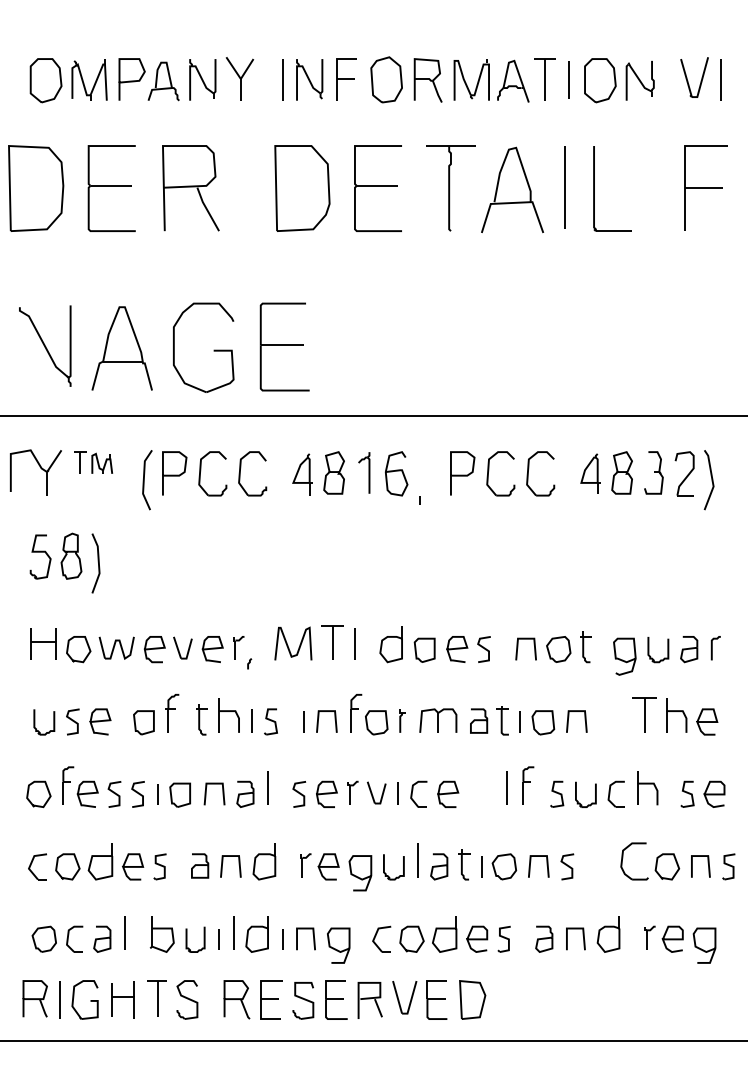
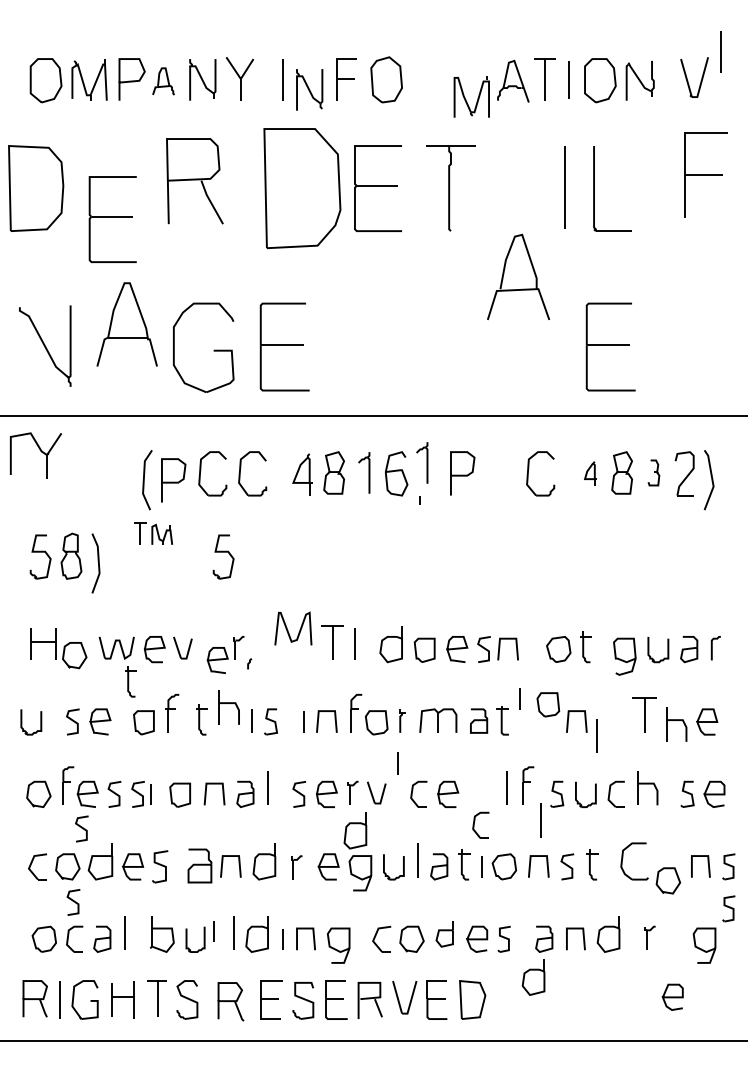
part at (309, 79) position: (309, 79) -> (309, 89)
part at (471, 79) position: (471, 79) -> (471, 96)
line at (720, 79) position: (720, 79) -> (720, 51)
part at (427, 80): present -> none
part at (163, 81) size: 33x41 px -> 23x29 px
part at (705, 187) position: (705, 187) -> (705, 174)
part at (111, 188) position: (111, 188) -> (112, 219)
part at (190, 188) position: (190, 188) -> (194, 181)
part at (302, 188) size: 57x87 px -> 79x122 px
part at (512, 189) position: (512, 189) -> (518, 276)
part at (610, 346): none -> present
part at (121, 348) position: (121, 348) -> (126, 324)
part at (93, 462) position: (93, 462) -> (153, 533)
part at (422, 462): none -> present
part at (40, 468) position: (40, 468) -> (40, 451)
part at (489, 470): present -> none
part at (653, 472) size: 20x44 px -> 14x28 px
part at (590, 473) size: 21x41 px -> 13x25 px
curve at (174, 474) position: (174, 474) -> (173, 481)
part at (223, 556): none -> present
curve at (288, 645) position: (288, 645) -> (288, 630)
curve at (87, 646) position: (87, 646) -> (83, 652)
line at (518, 648) position: (518, 648) -> (500, 648)
curve at (212, 649) position: (212, 649) -> (217, 660)
part at (130, 681): none -> present
part at (228, 715) position: (228, 715) -> (228, 707)
part at (676, 715) position: (676, 715) -> (676, 724)
line at (519, 721) position: (519, 721) -> (519, 698)
part at (35, 722) position: (35, 722) -> (22, 722)
part at (543, 722) position: (543, 722) -> (548, 704)
line at (596, 735): none -> present
line at (397, 793) position: (397, 793) -> (397, 763)
line at (157, 794) position: (157, 794) -> (150, 794)
line at (540, 820): none -> present
part at (480, 824): none -> present
curve at (81, 828): none -> present
part at (355, 830): none -> present
curve at (675, 862) position: (675, 862) -> (676, 876)
part at (592, 864): none -> present
part at (200, 865) size: 19x26 px -> 26x36 px
part at (305, 865) position: (305, 865) -> (296, 867)
part at (159, 866) size: 14x28 px -> 17x34 px
curve at (73, 902): none -> present
part at (728, 908): none -> present
part at (444, 934) size: 26x37 px -> 19x27 px
curve at (672, 938) position: (672, 938) -> (672, 996)
line at (218, 939) position: (218, 939) -> (213, 931)
part at (533, 977): none -> present
part at (236, 999) position: (236, 999) -> (230, 1001)
